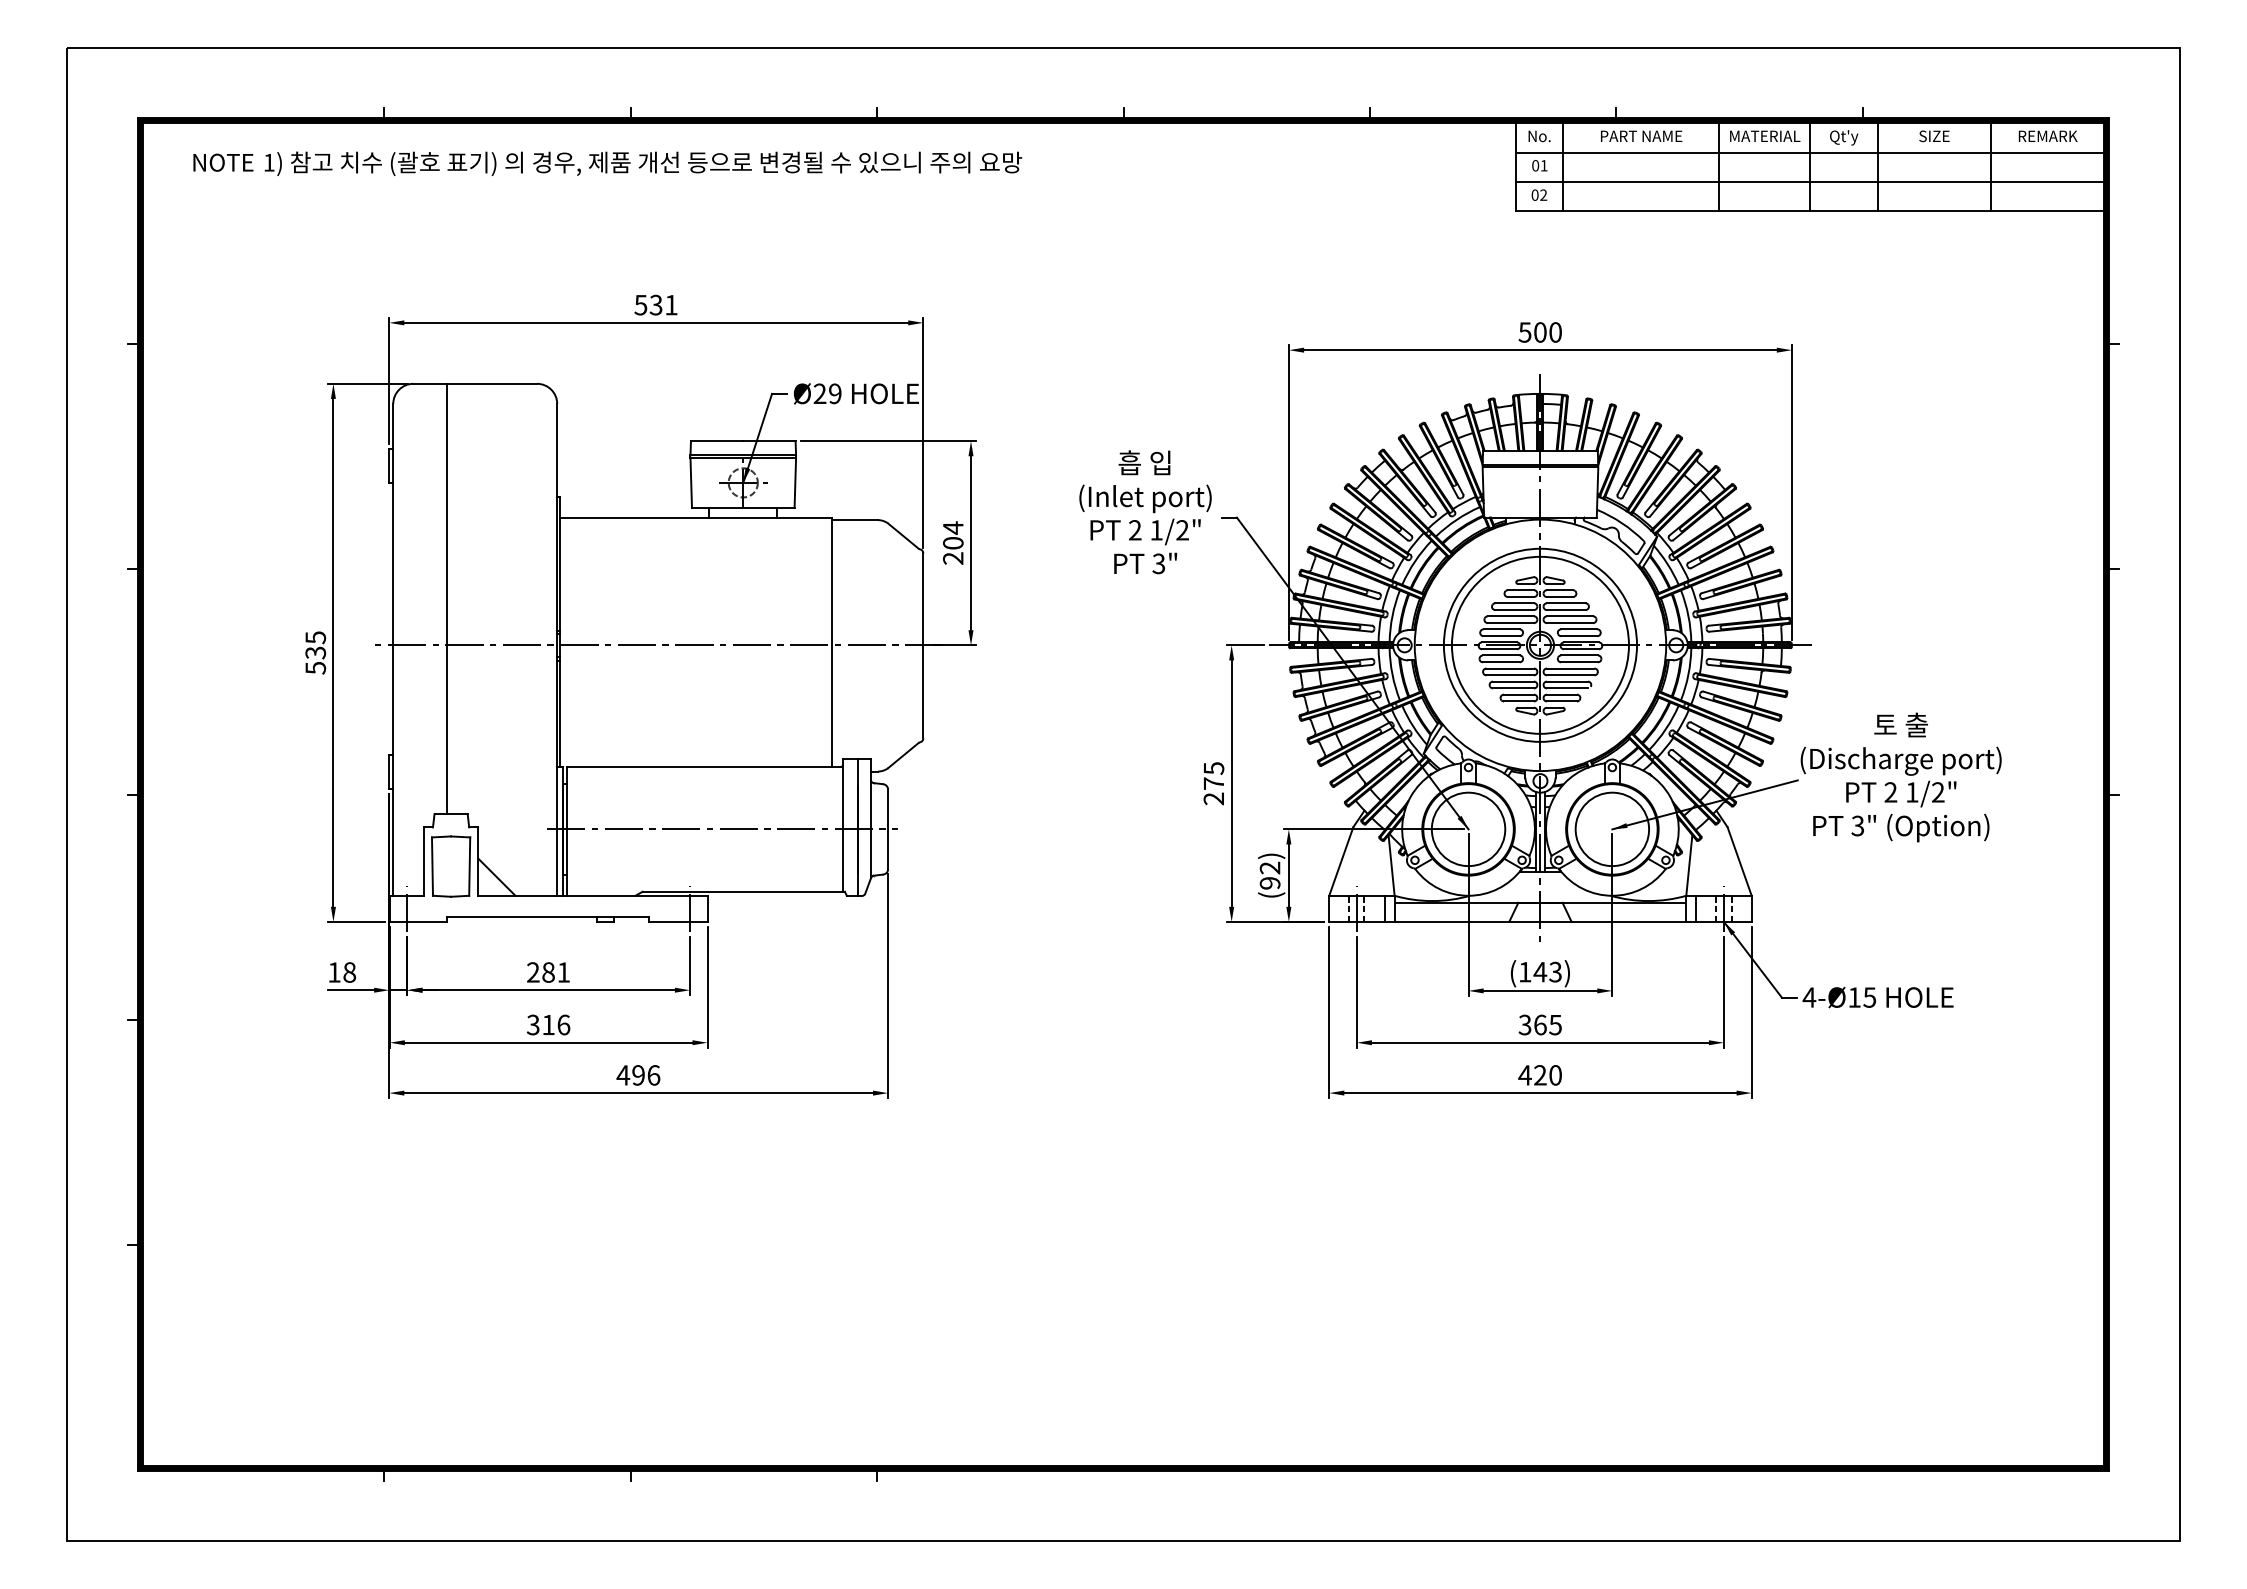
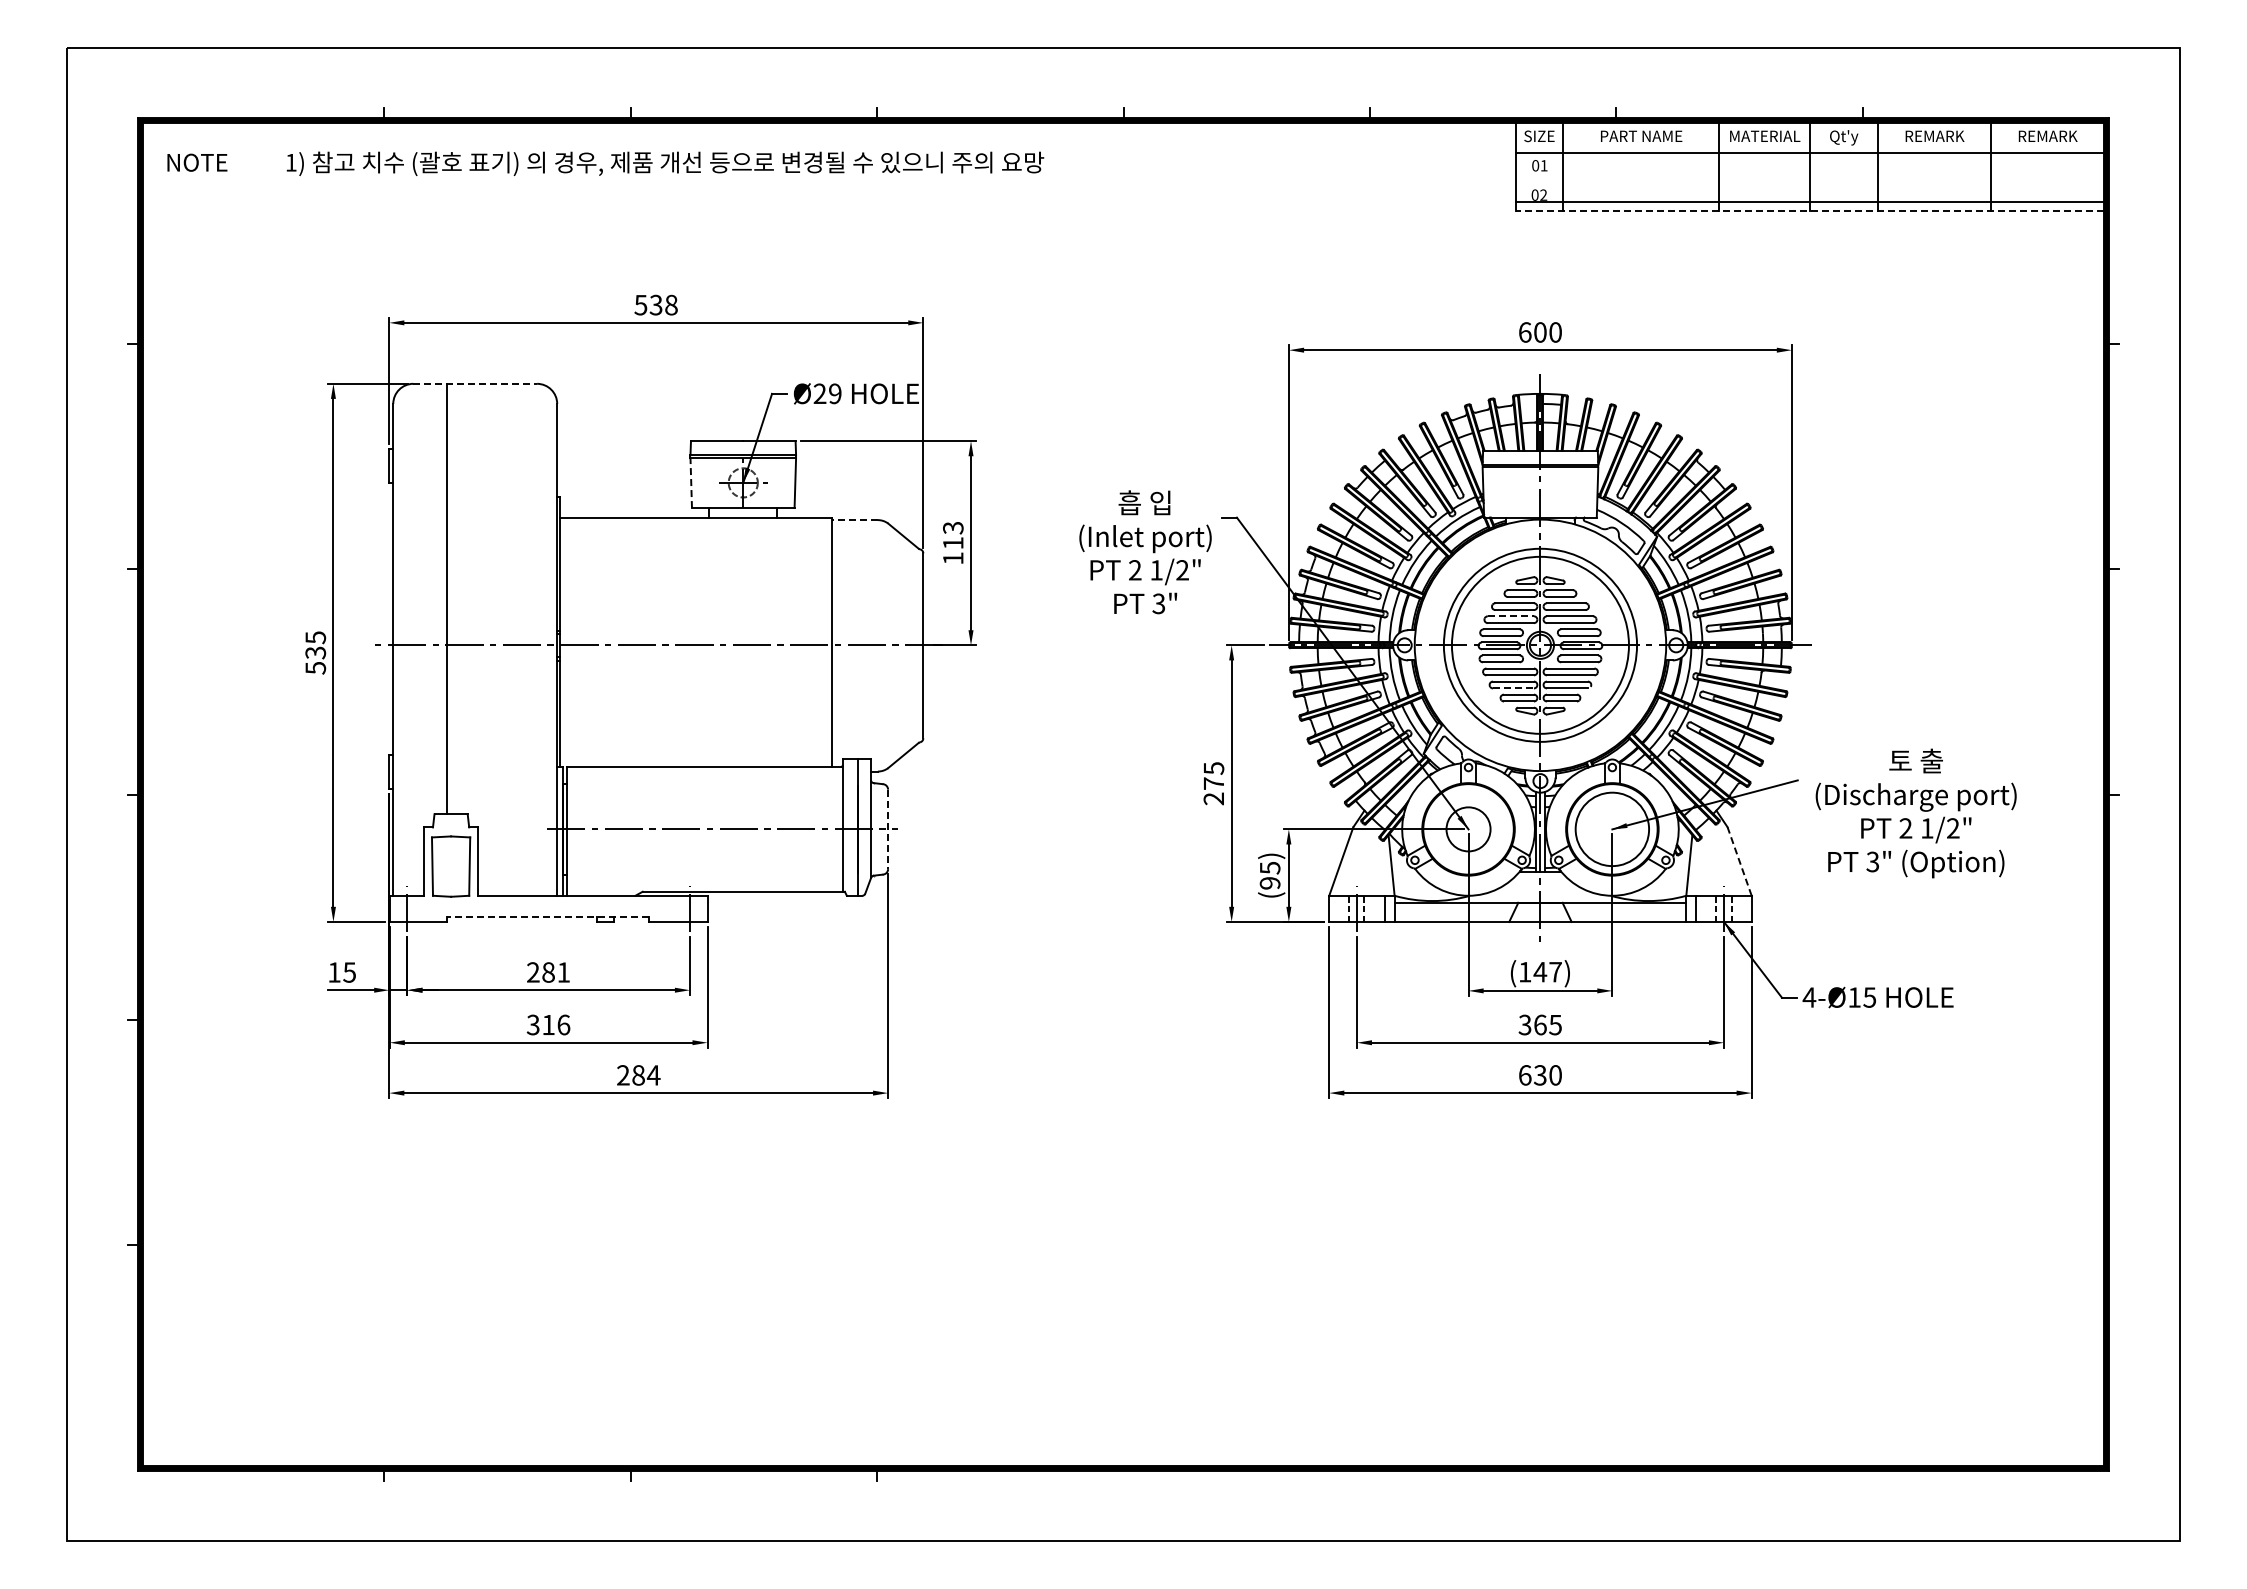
text at (1539, 136): No. -> SIZE
text at (1934, 136): SIZE -> REMARK
text at (223, 162) position: (223, 162) -> (197, 162)
text at (643, 163) position: (643, 163) -> (665, 163)
line at (1809, 181) position: (1809, 181) -> (1809, 201)
line at (1809, 211): solid -> dashed
text at (671, 304): 531 -> 538
text at (1524, 332): 500 -> 600
line at (475, 383): solid -> dashed
line at (691, 482): solid -> dashed
text at (1145, 512) position: (1145, 512) -> (1145, 552)
line at (854, 520): solid -> dashed
text at (953, 542): 204 -> 113
line at (1511, 616): solid -> dashed
line at (1514, 688): solid -> dashed
text at (1900, 777) position: (1900, 777) -> (1915, 813)
line at (888, 829): solid -> dashed
circle at (1468, 829) diameter: 73 px -> 44 px
line at (1739, 861): solid -> dashed
text at (1269, 867): (92) -> (95)
line at (496, 876): present -> none
line at (547, 917): solid -> dashed
text at (1555, 971): (143) -> (147)
text at (349, 972): 18 -> 15
text at (638, 1075): 496 -> 284
text at (1532, 1075): 420 -> 630
